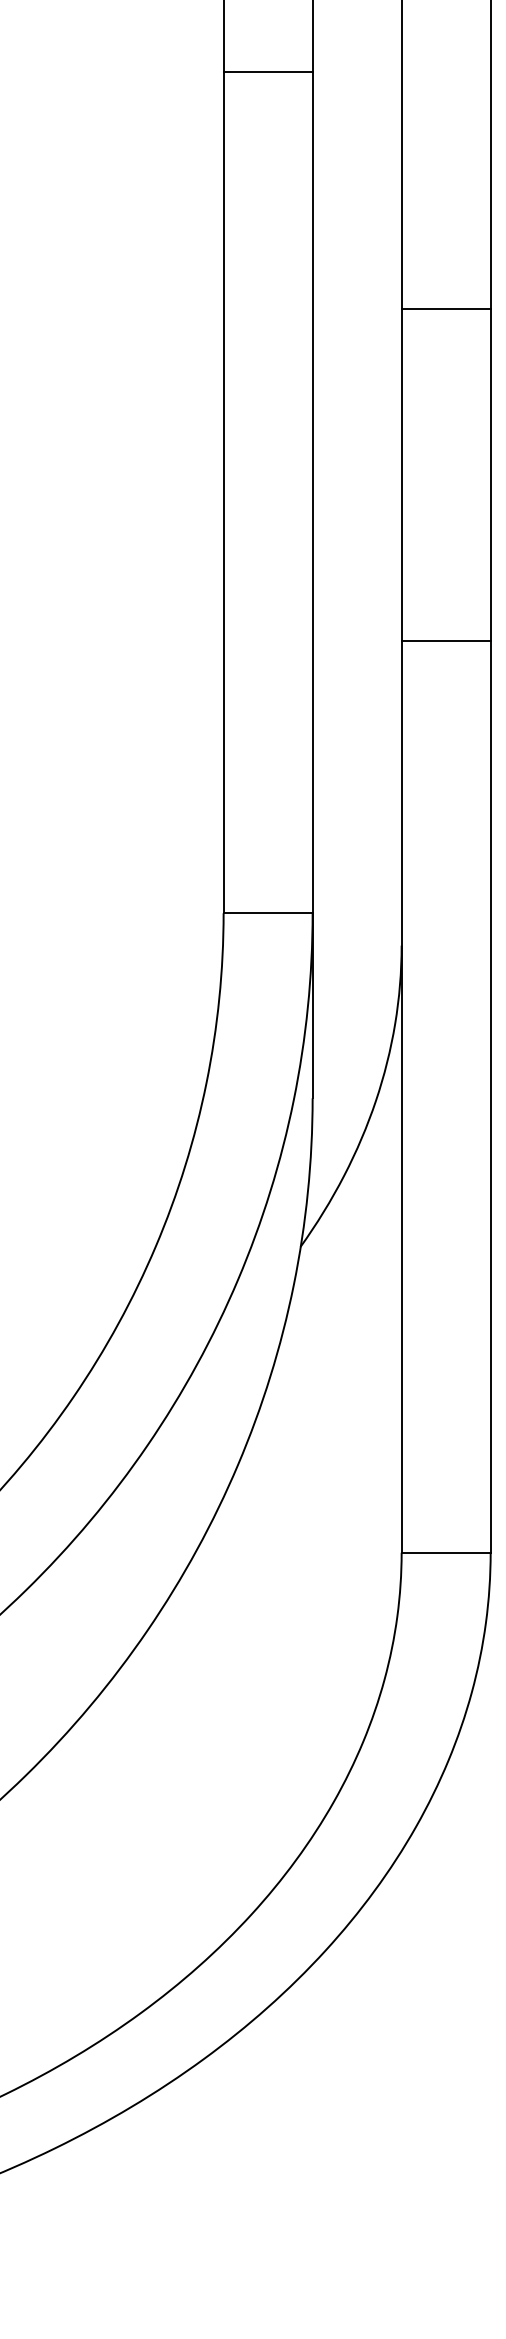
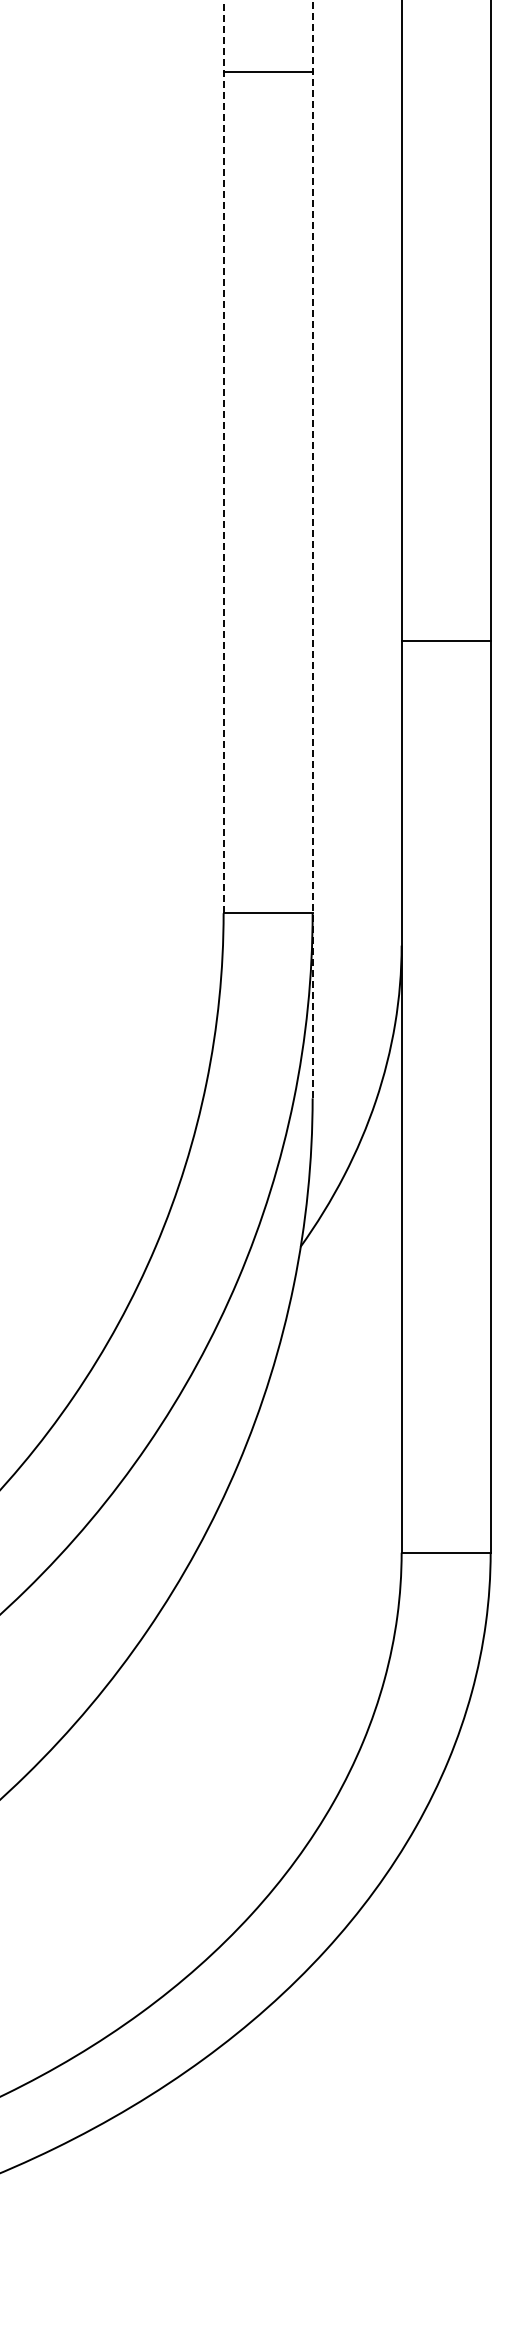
line at (445, 309): present -> none
line at (223, 456): solid -> dashed
line at (312, 549): solid -> dashed
